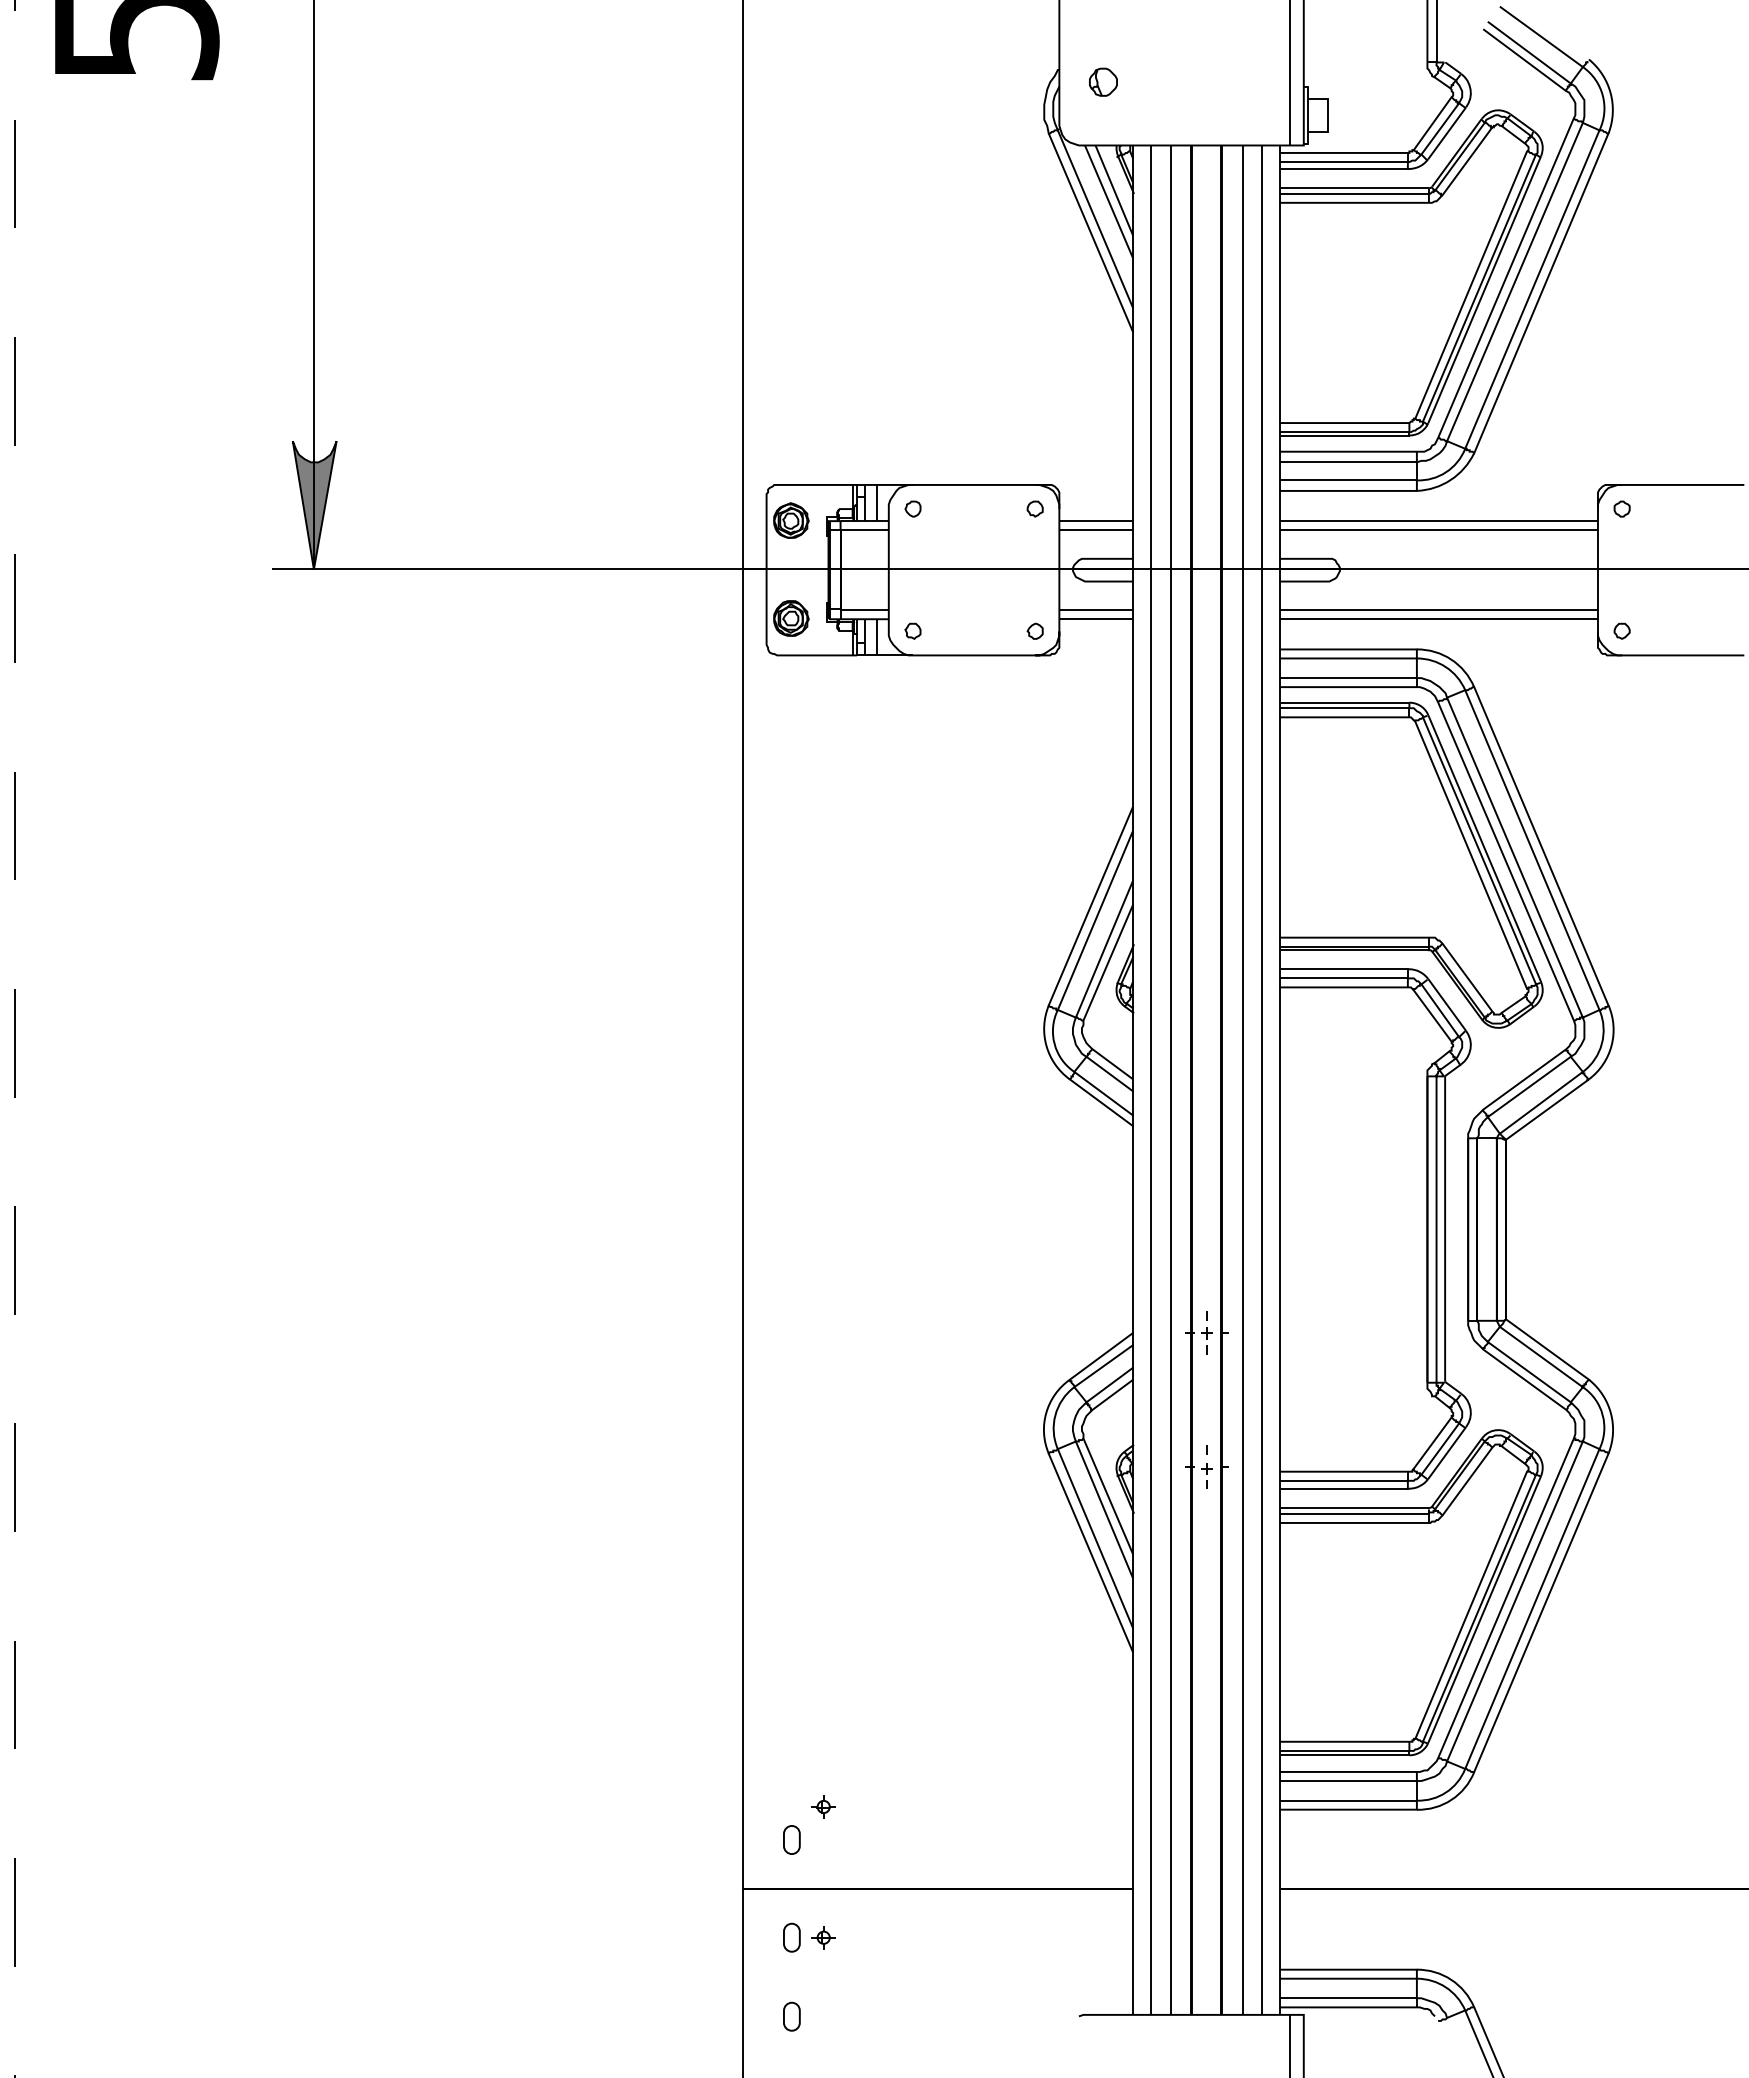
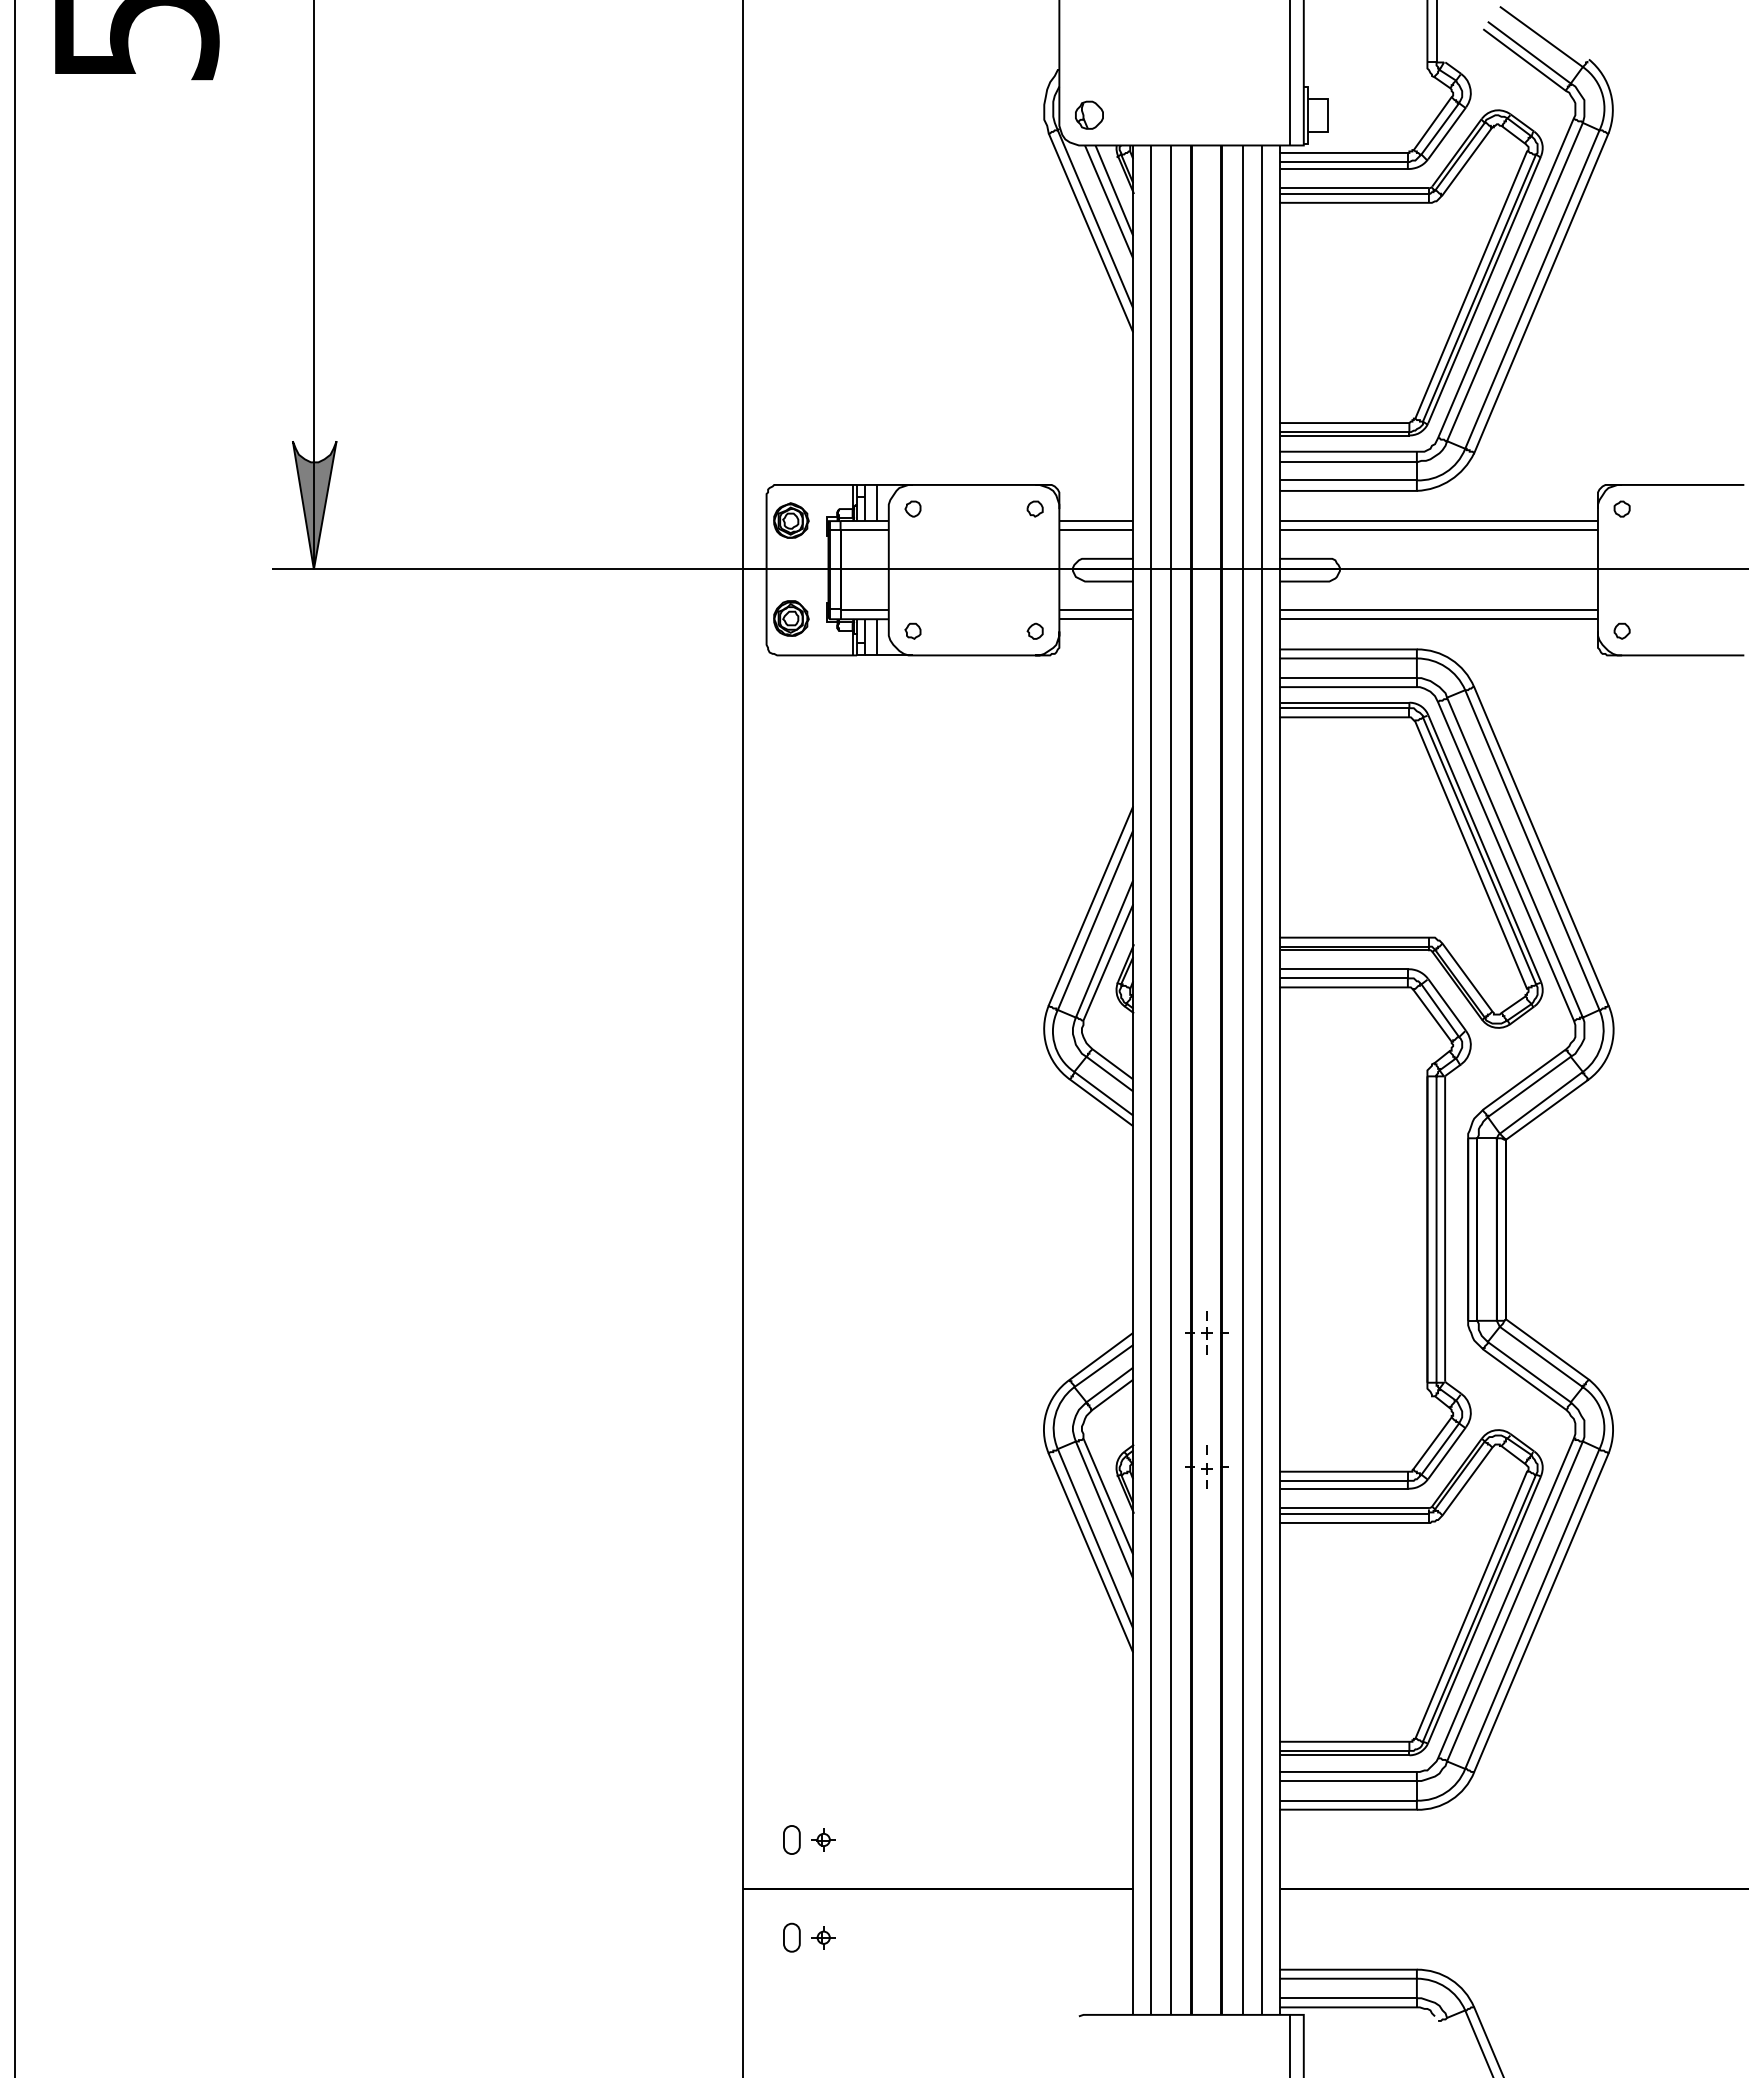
part at (1103, 81) position: (1103, 81) -> (1089, 114)
line at (15, 1039): dashed -> solid
part at (823, 1806) position: (823, 1806) -> (823, 1839)
part at (791, 2016): present -> none
